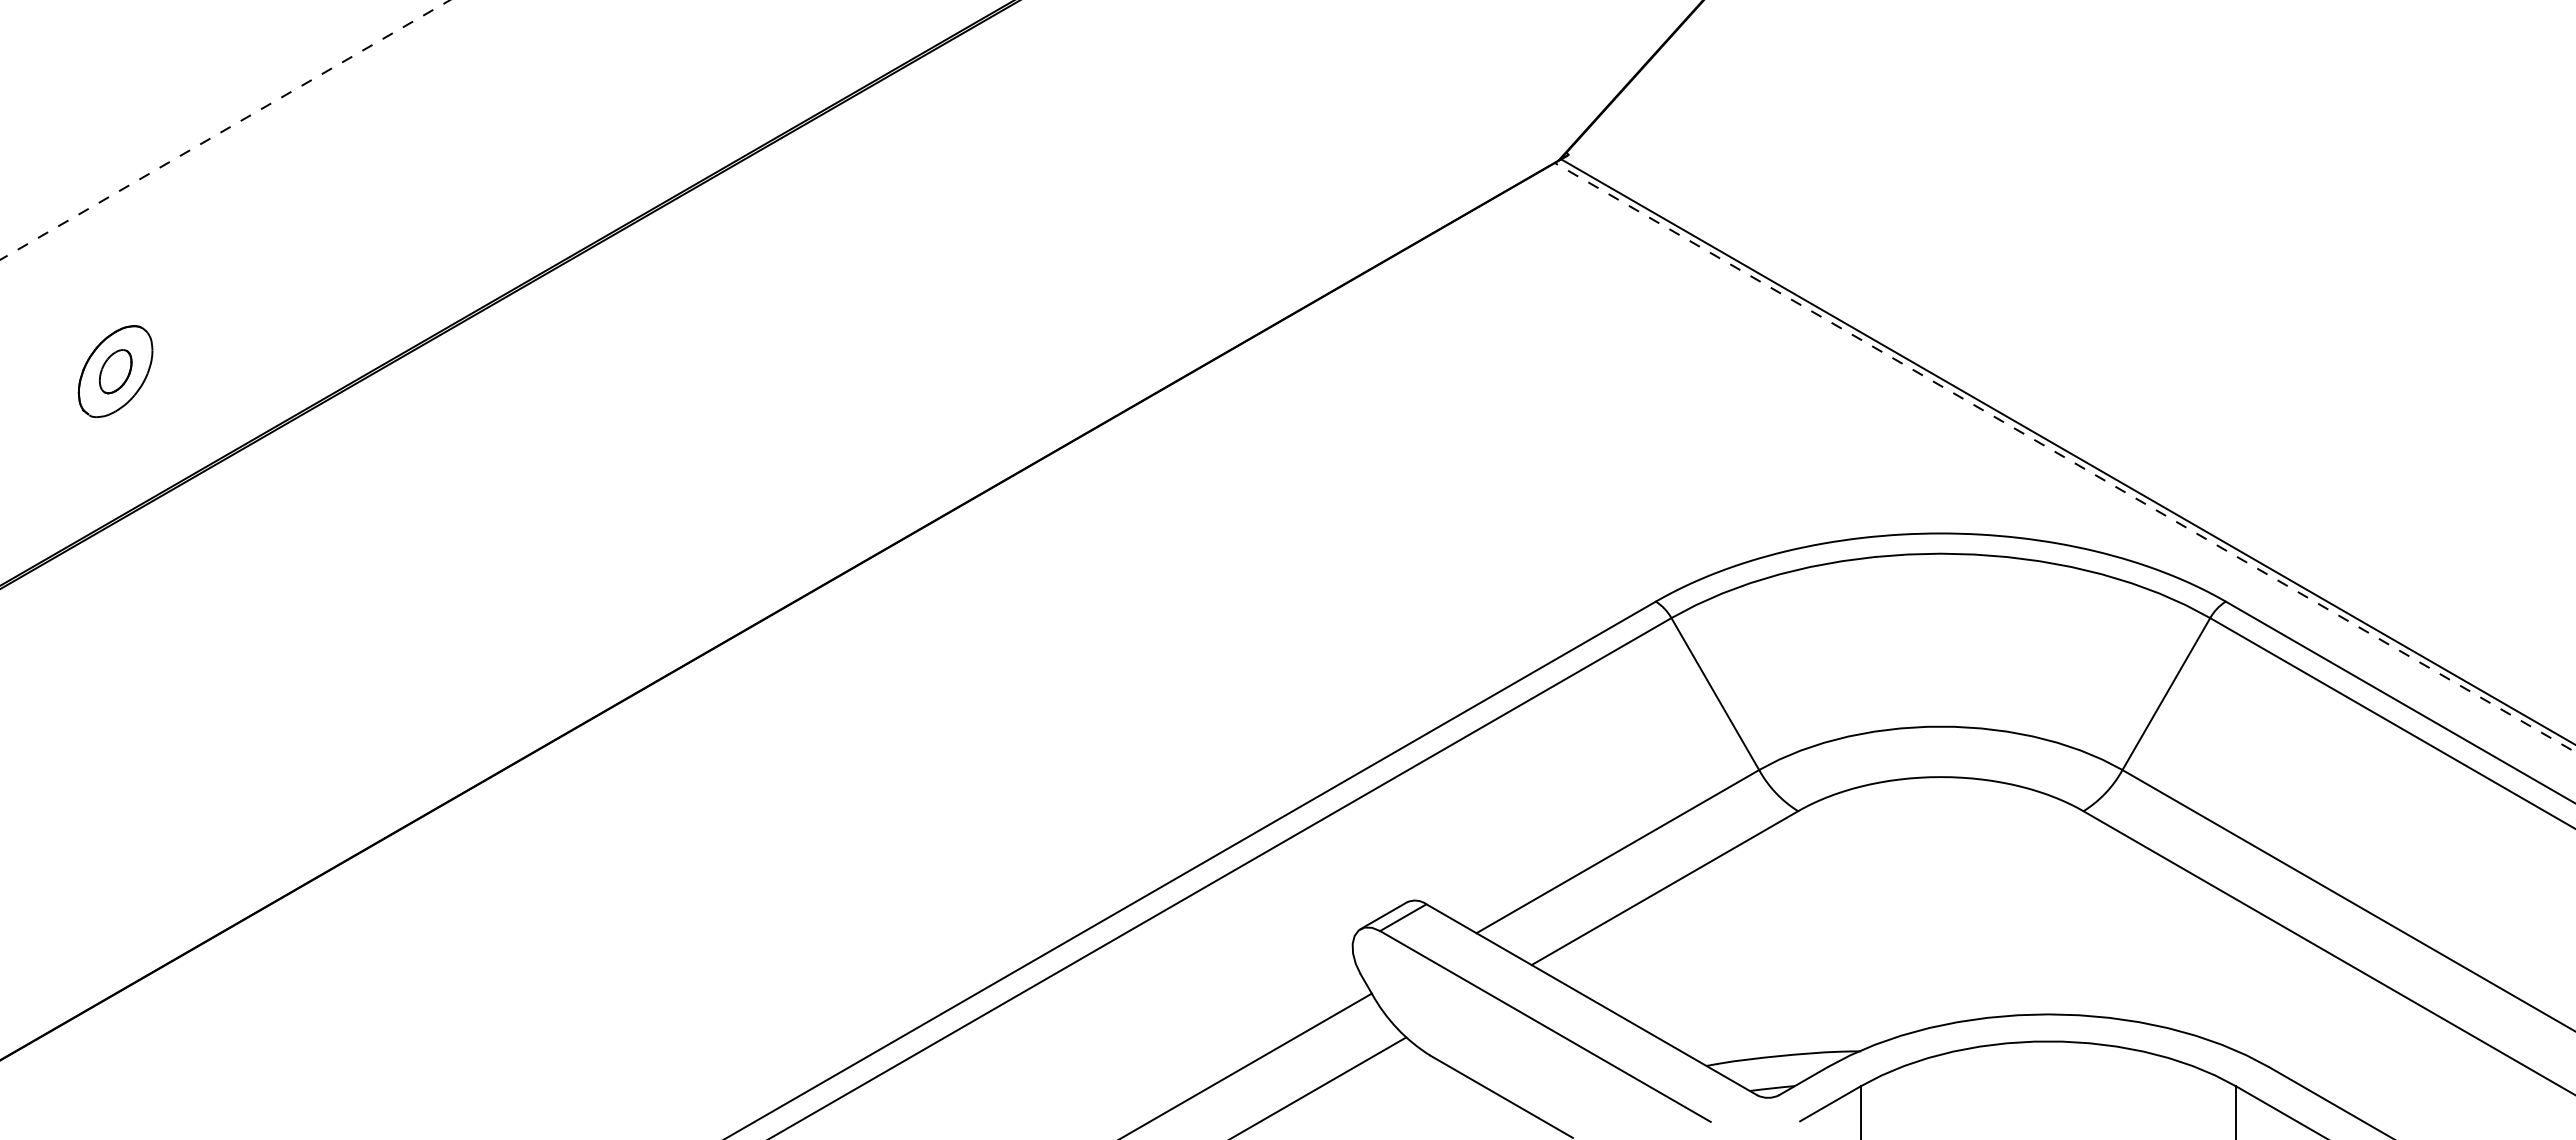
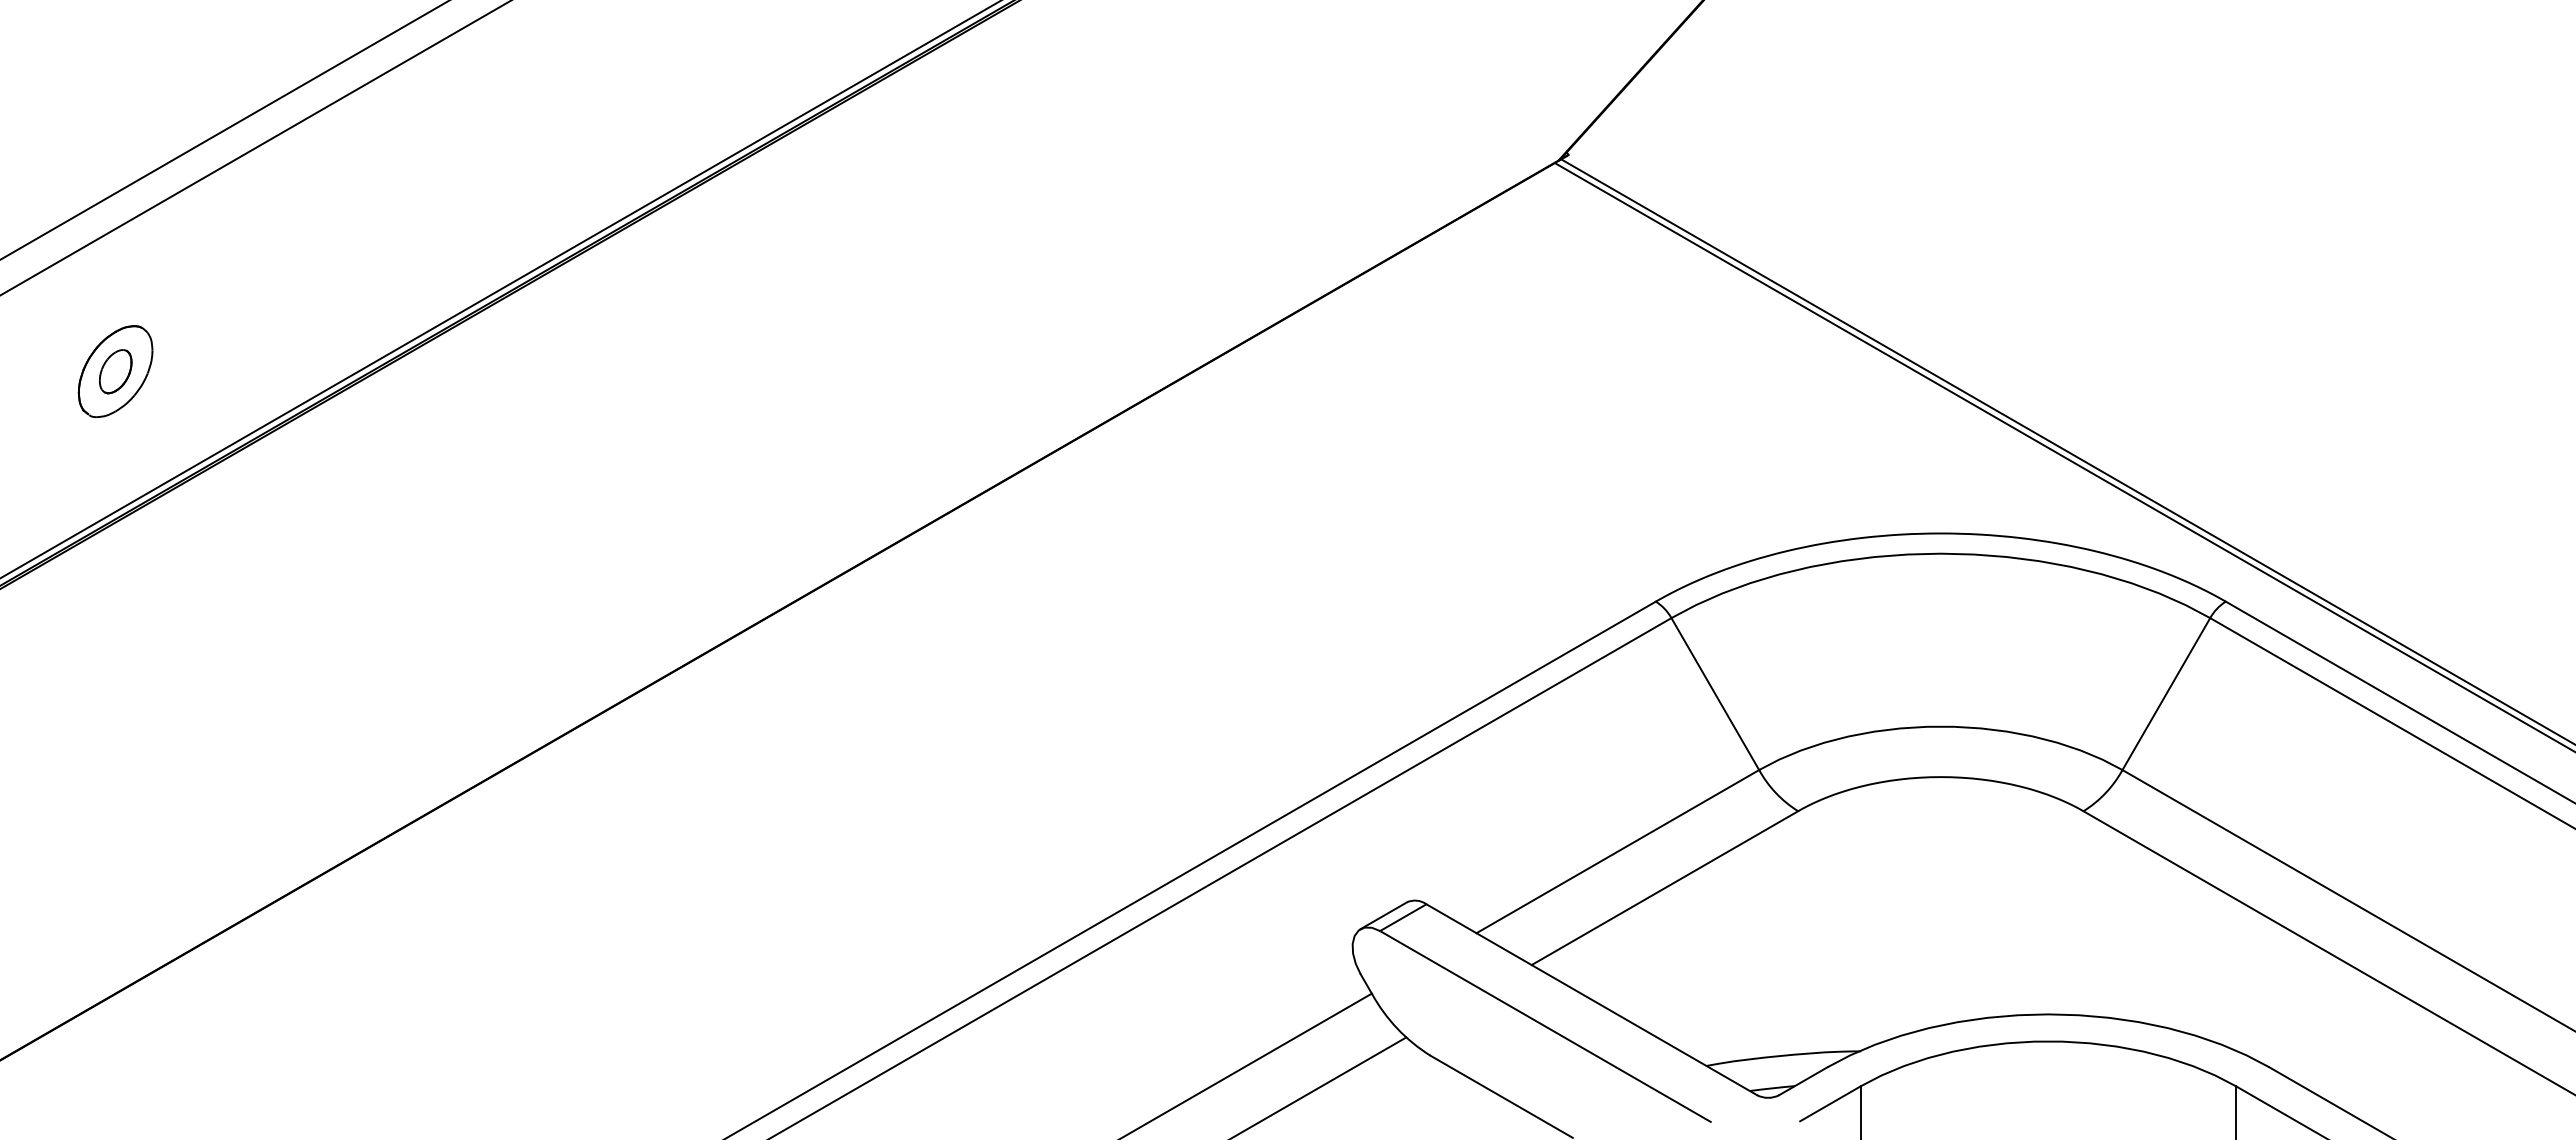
line at (225, 129): dashed -> solid
line at (255, 148): none -> present
line at (500, 289): none -> present
line at (2065, 457): dashed -> solid
